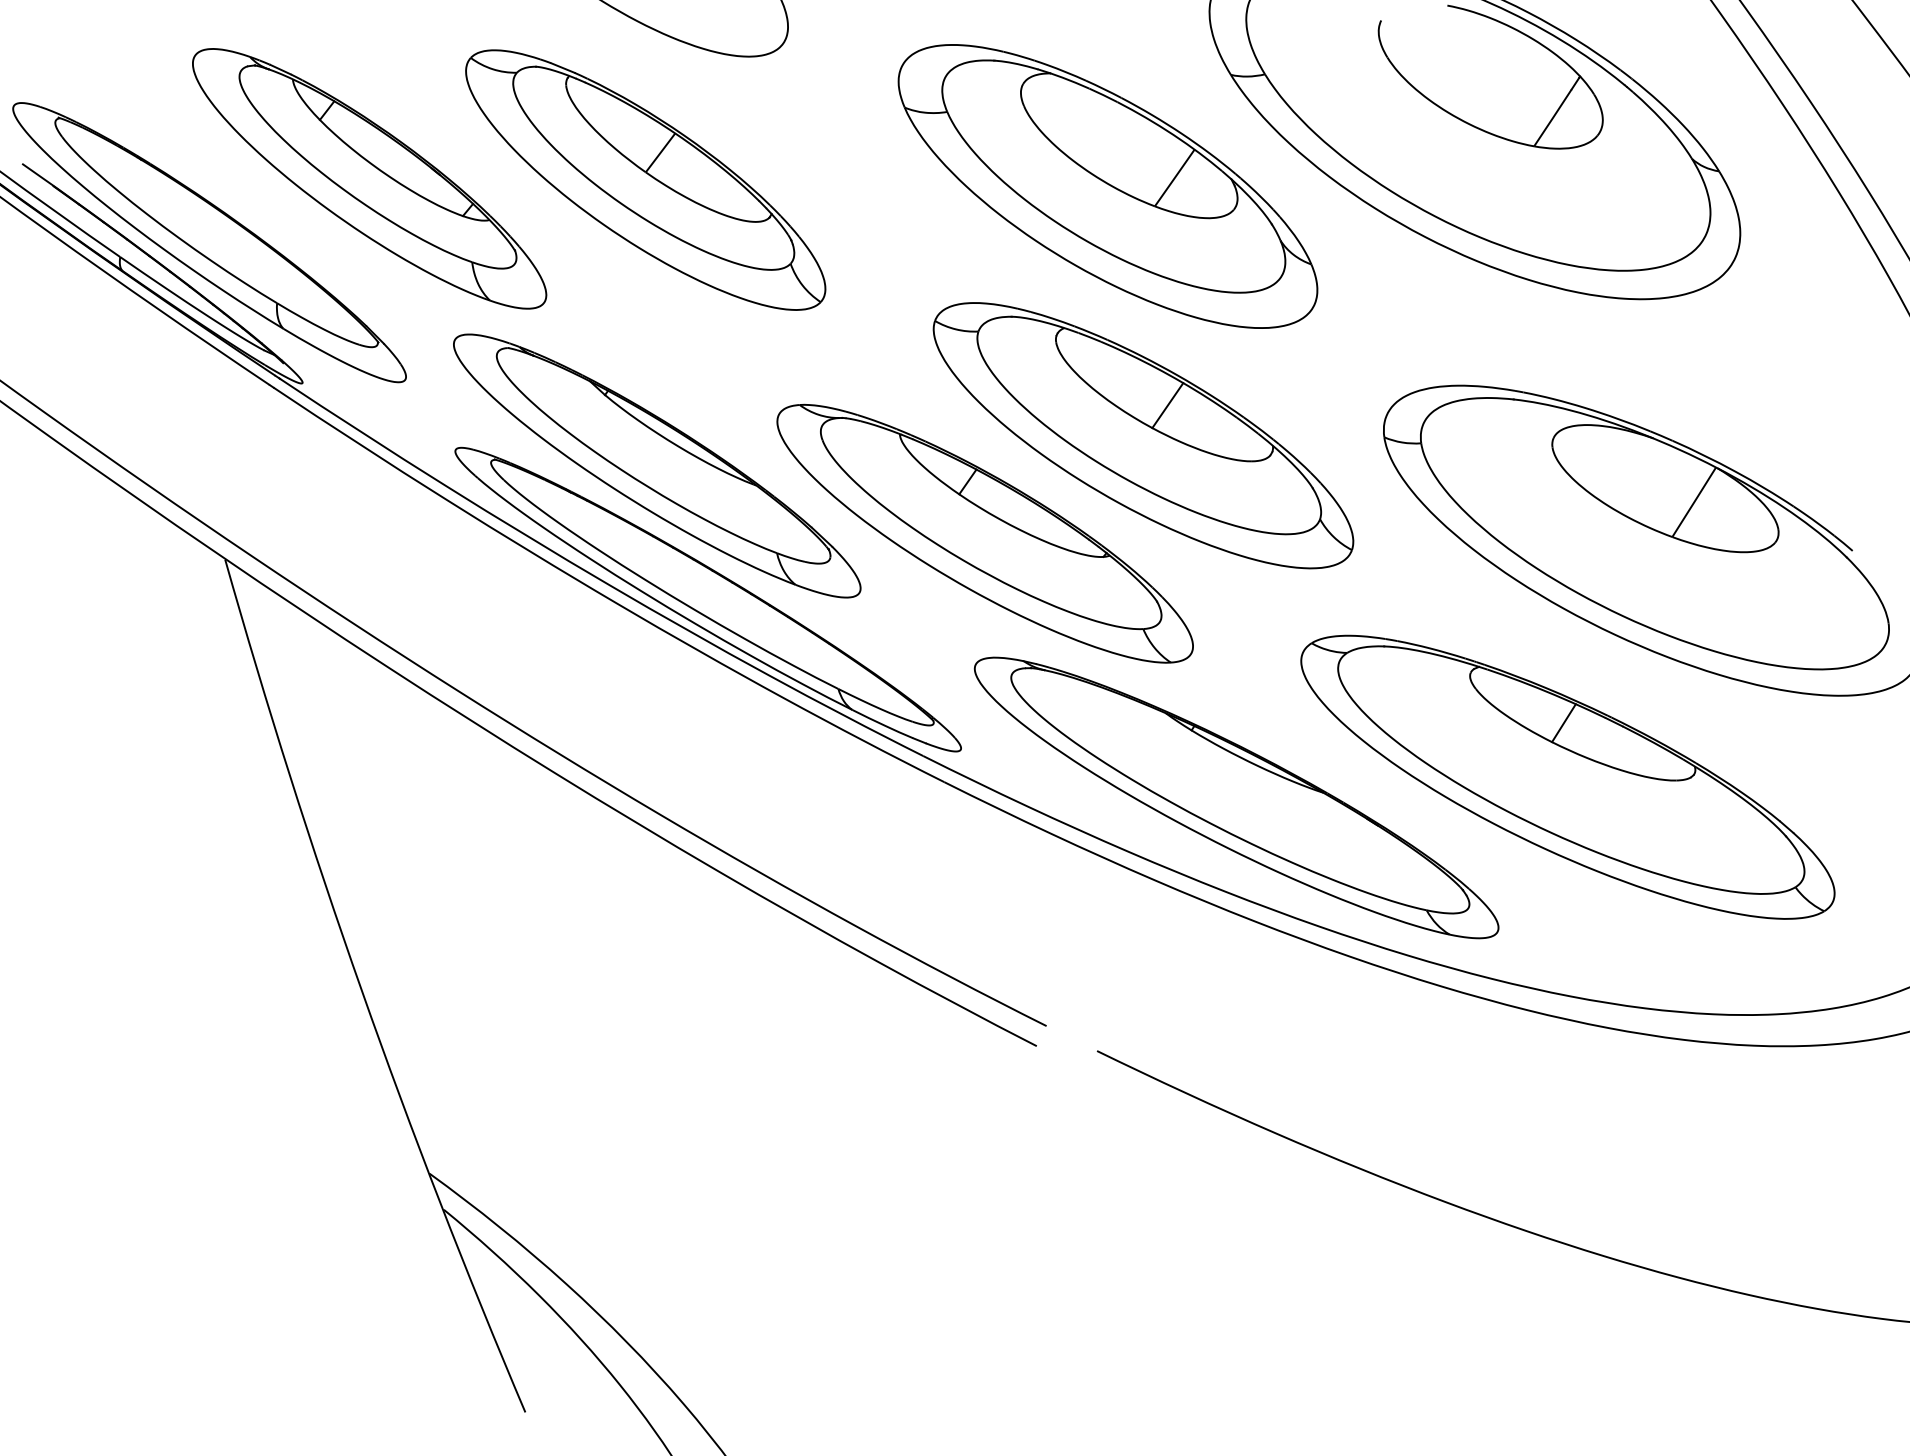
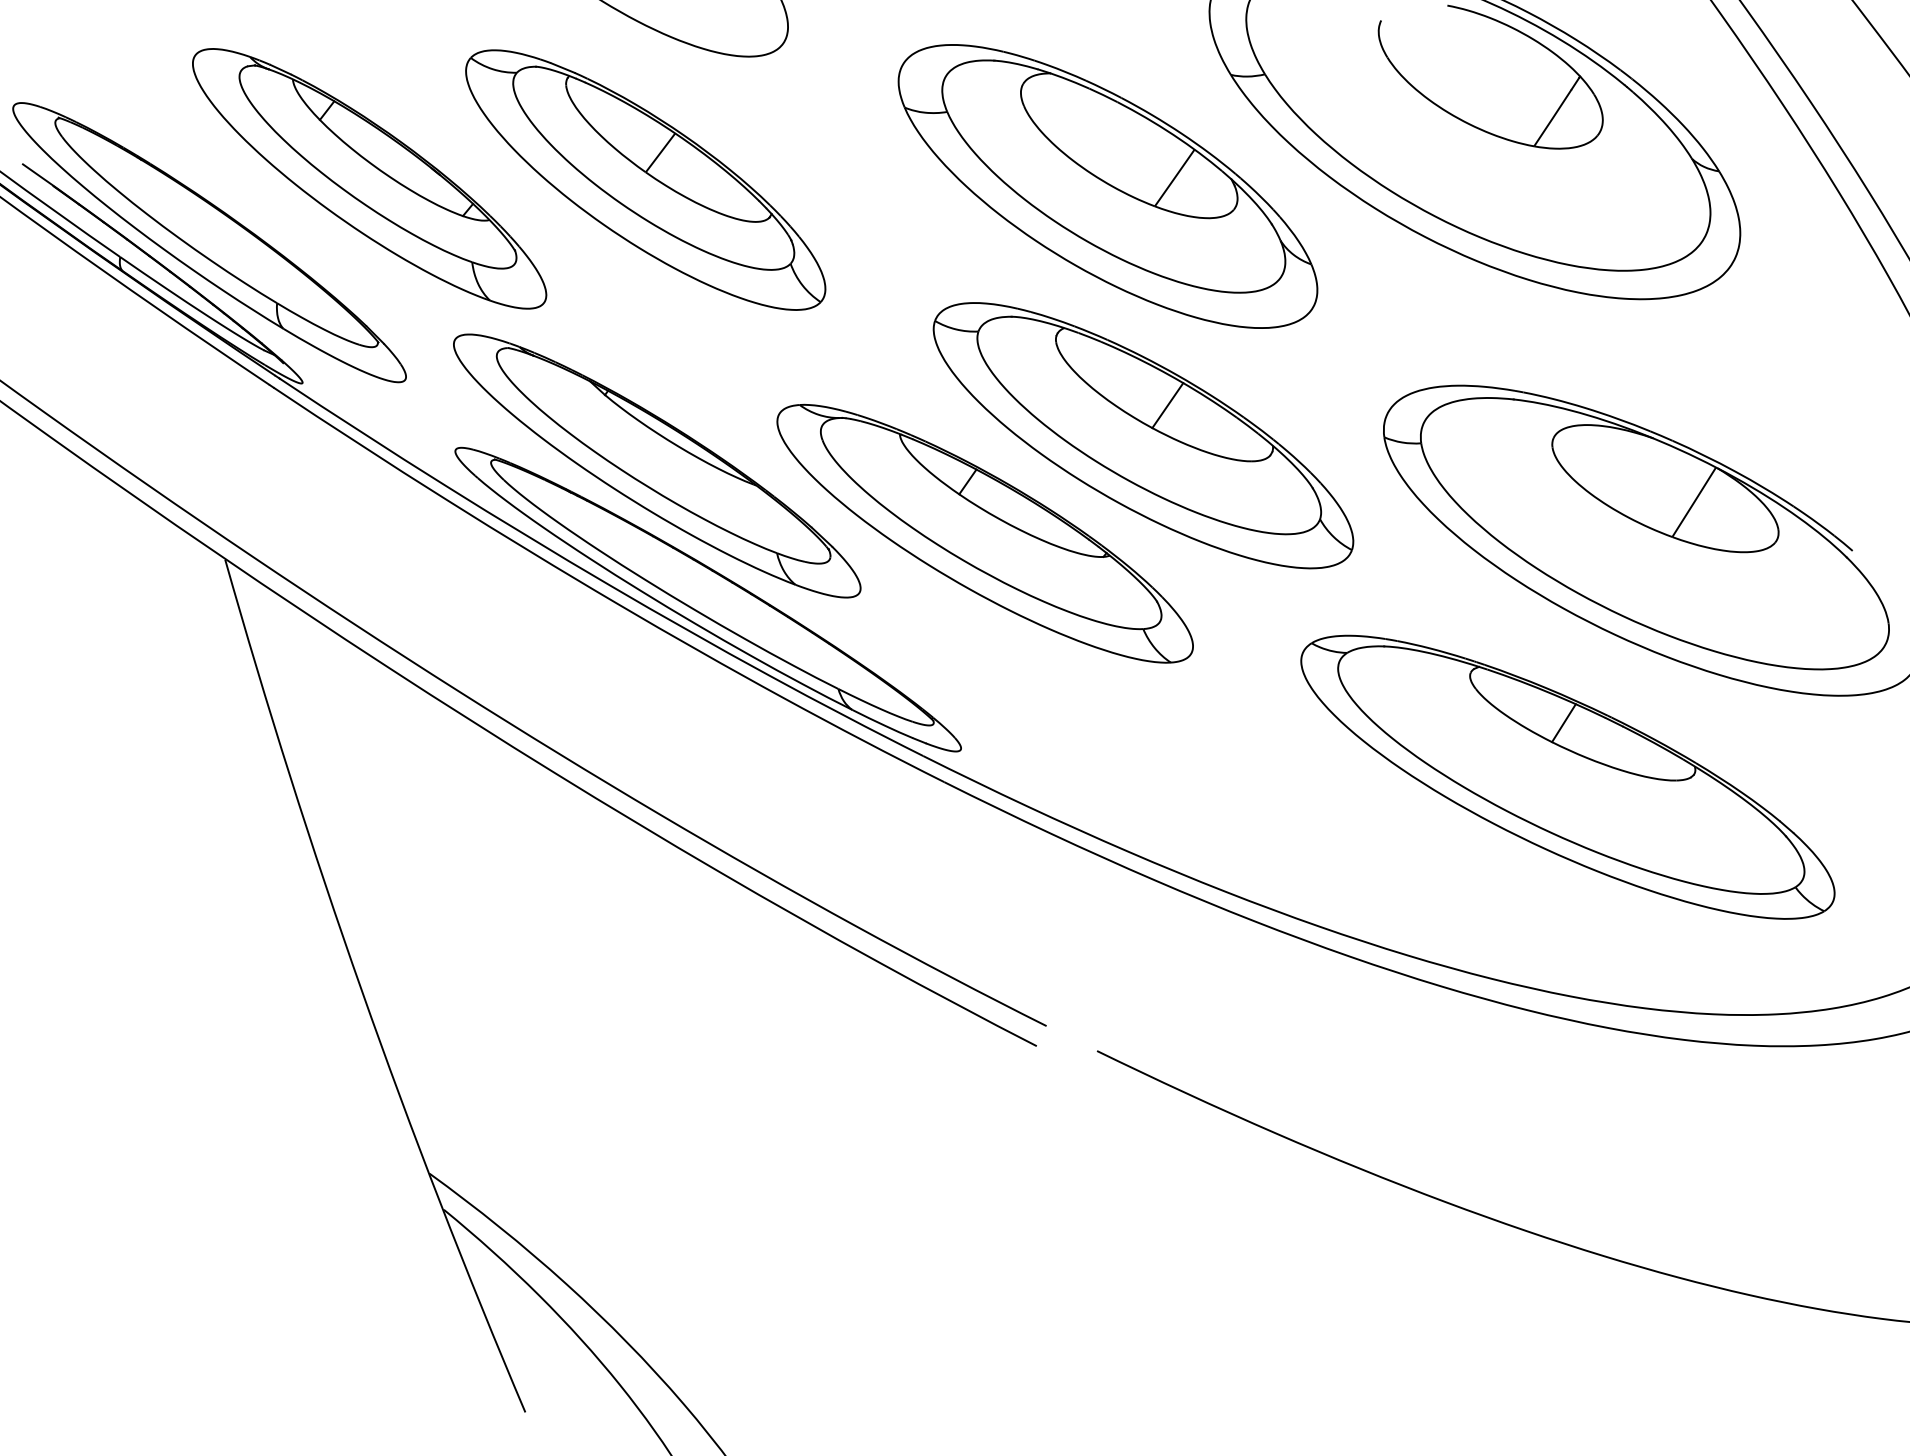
part at (1236, 797): present -> none
